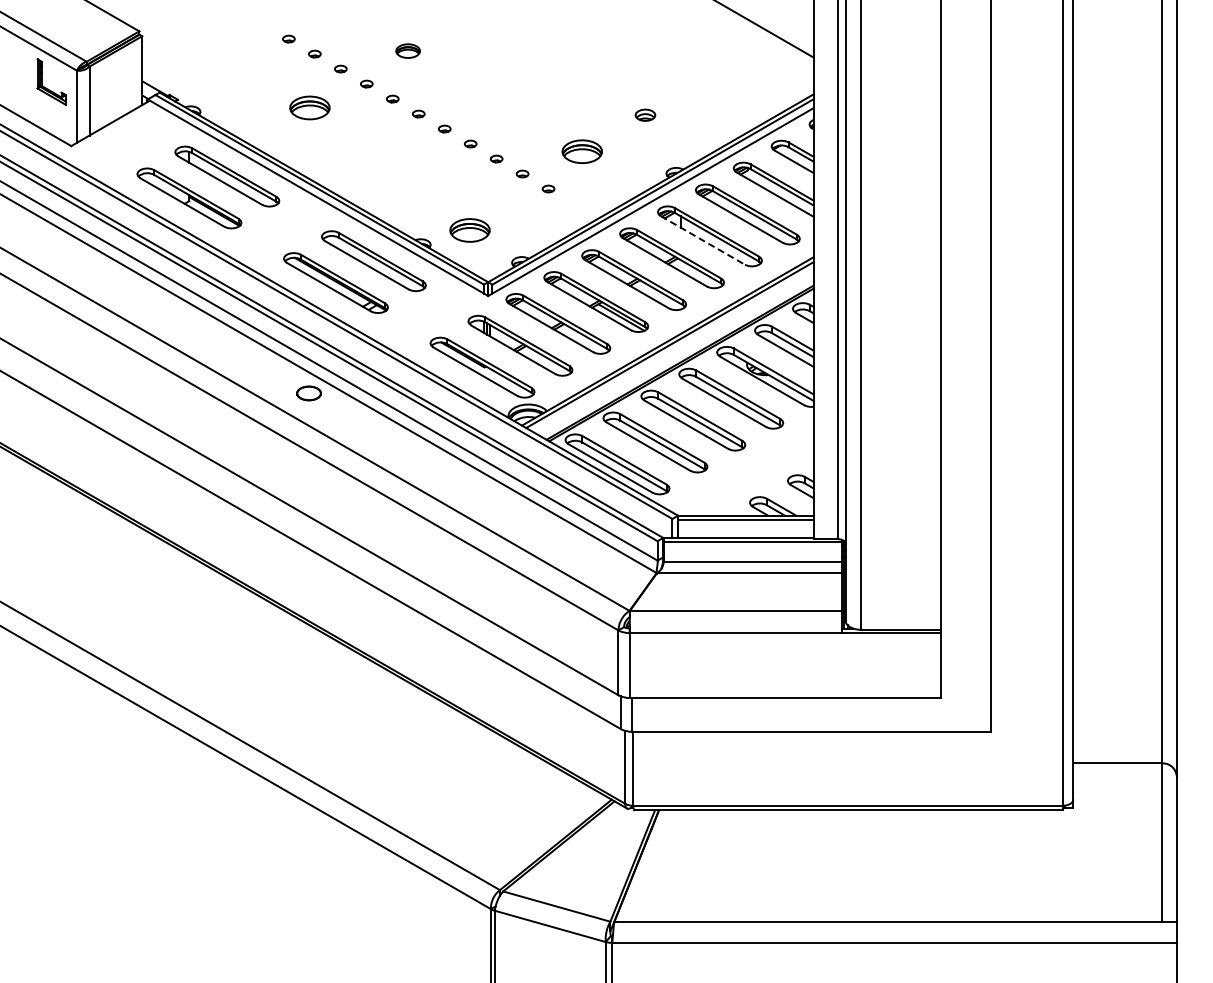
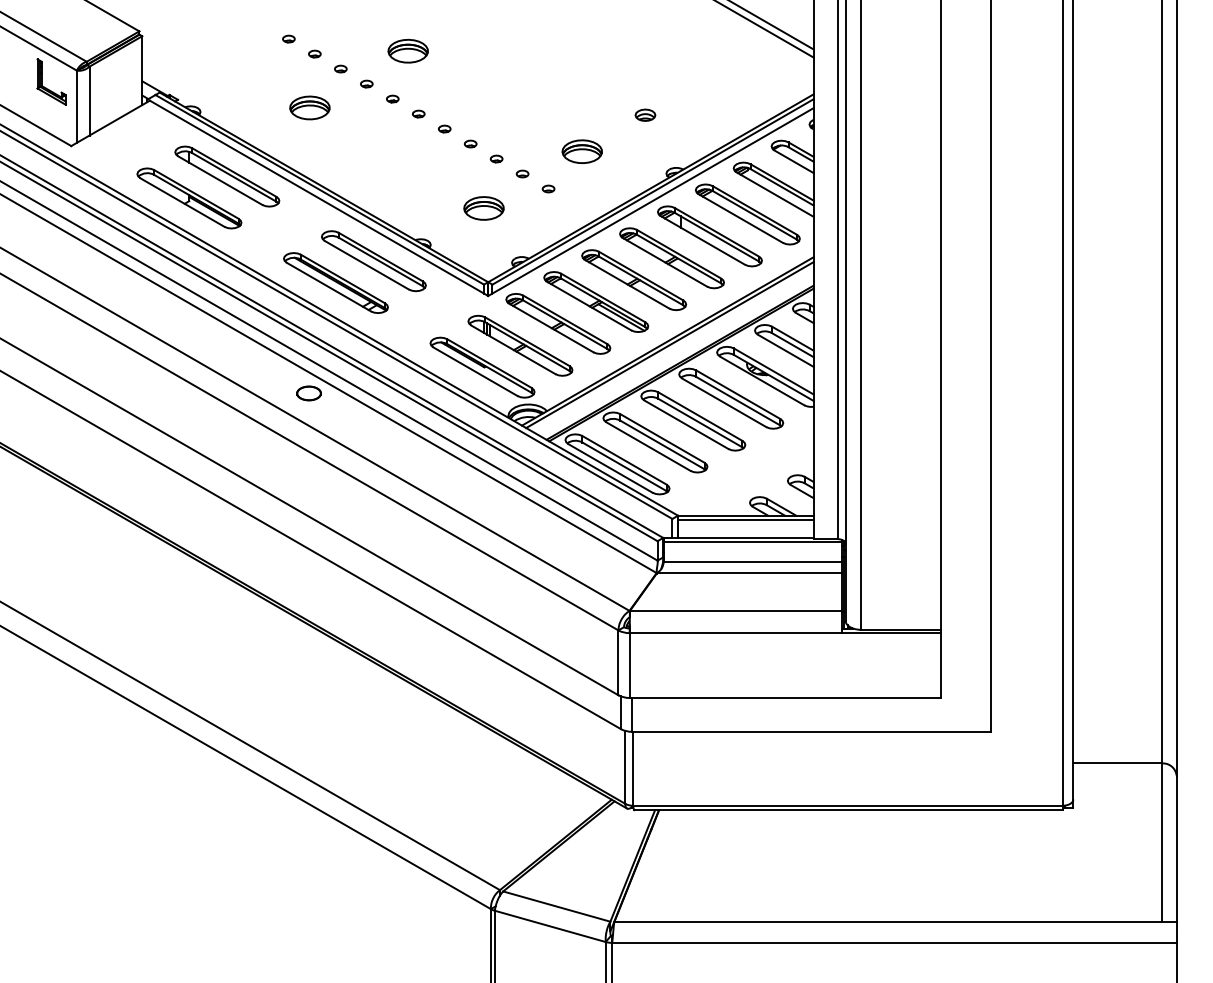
line at (772, 25): none -> present
part at (407, 50) size: 26x16 px -> 42x26 px
part at (469, 230) position: (469, 230) -> (483, 208)
line at (702, 240): dashed -> solid
